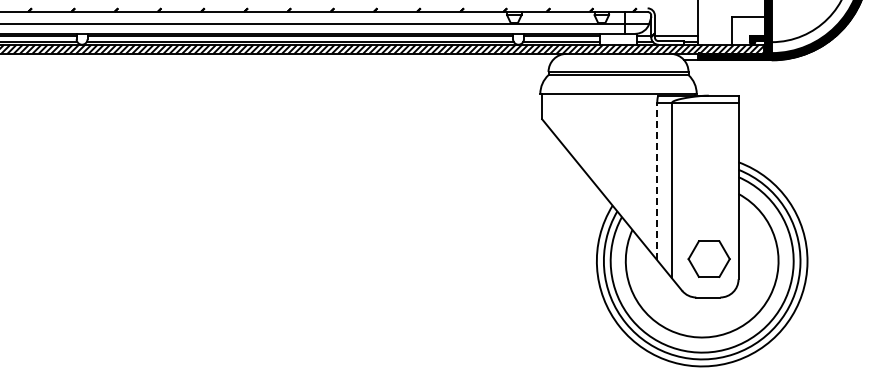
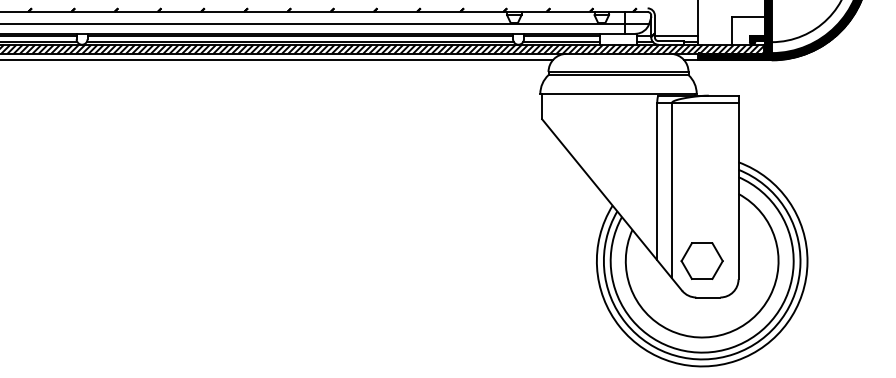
line at (277, 60): none -> present
line at (657, 181): dashed -> solid
part at (708, 258) position: (708, 258) -> (701, 260)
